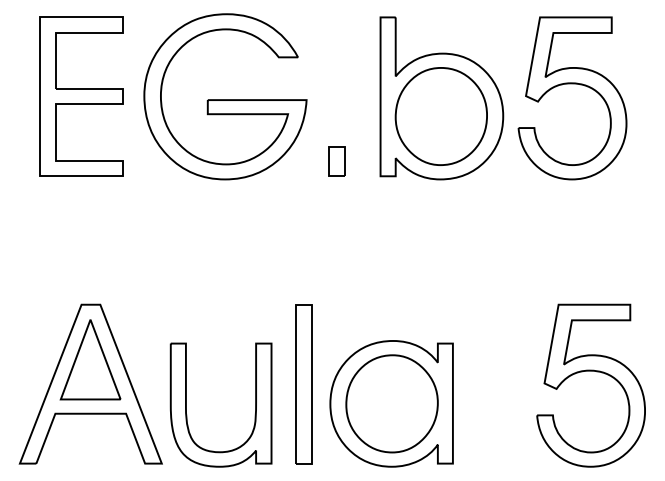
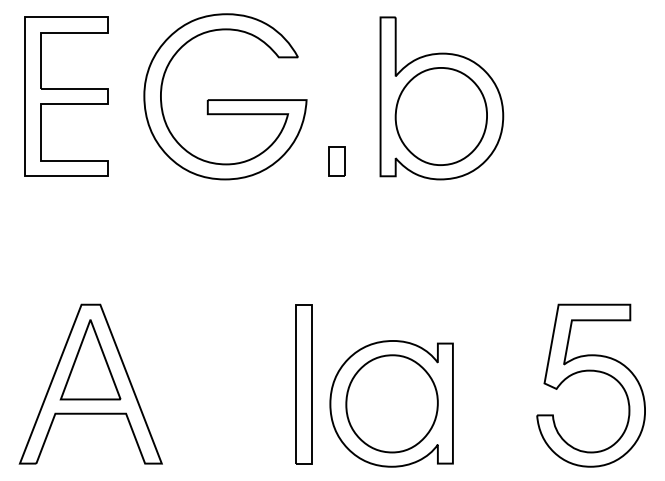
part at (572, 84): present -> none
part at (81, 96) position: (81, 96) -> (66, 96)
part at (186, 404): present -> none
